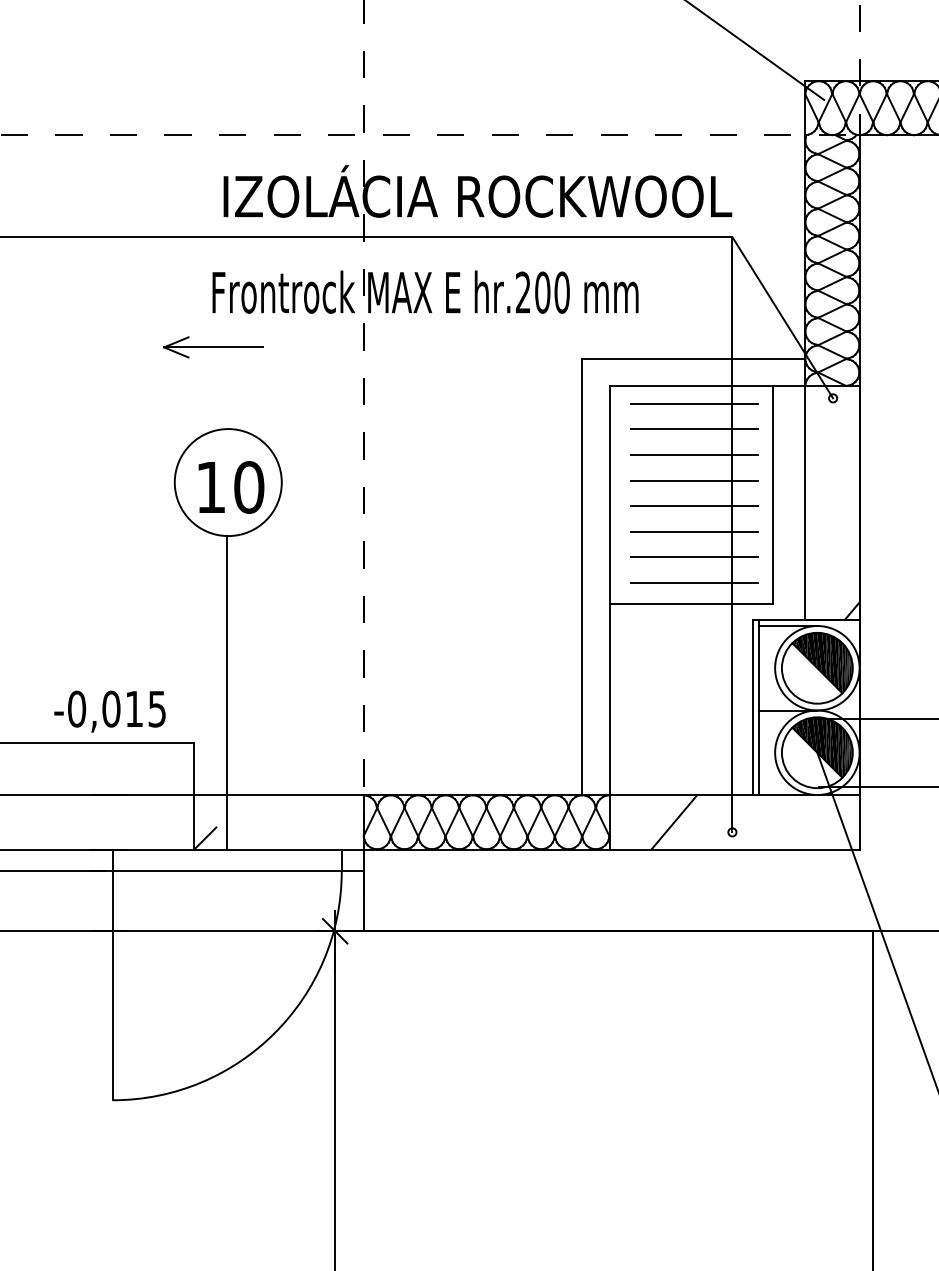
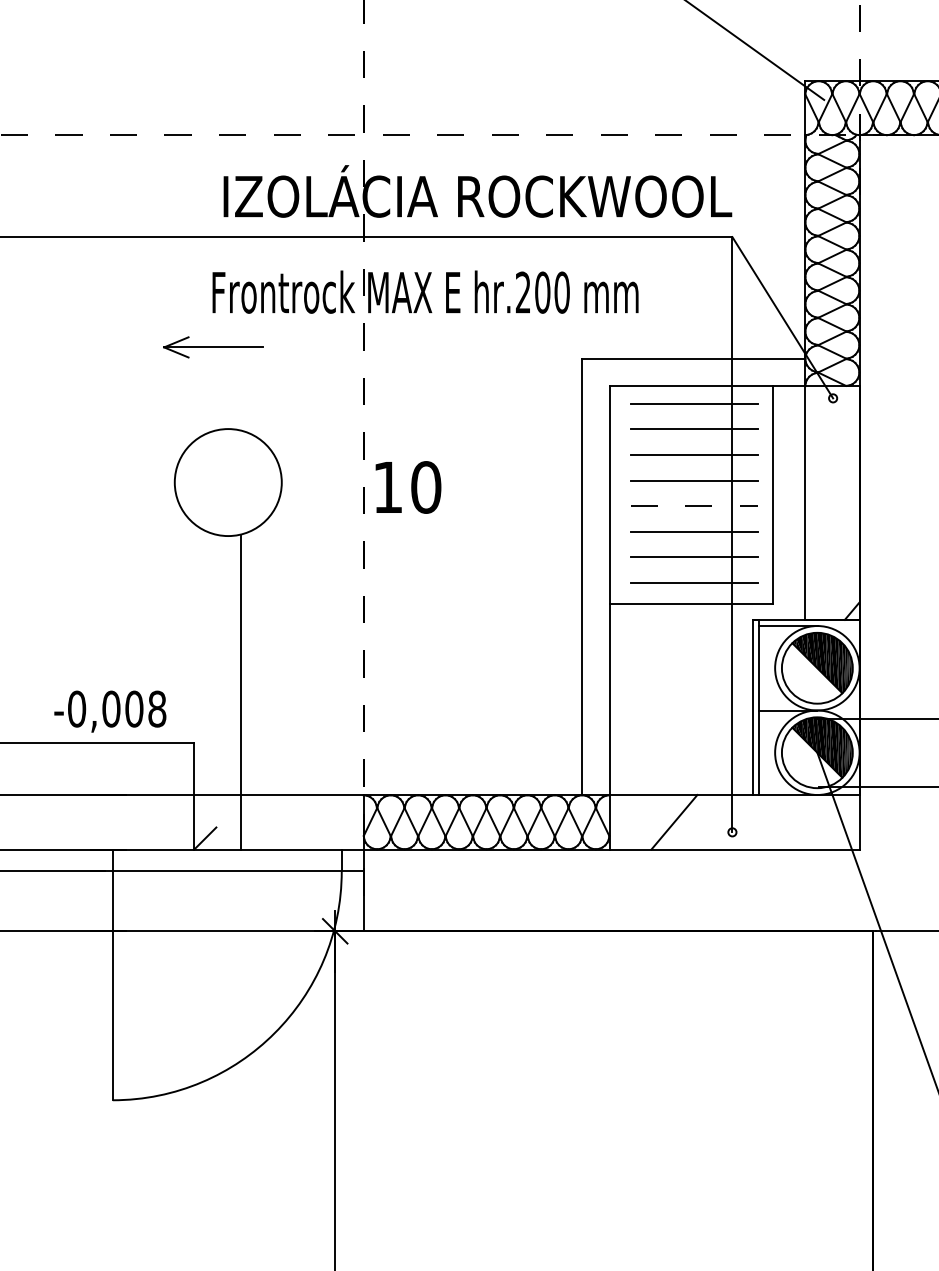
text at (231, 487) position: (231, 487) -> (408, 487)
line at (694, 506): solid -> dashed
line at (227, 692) position: (227, 692) -> (241, 692)
text at (145, 708): -0,015 -> -0,008
